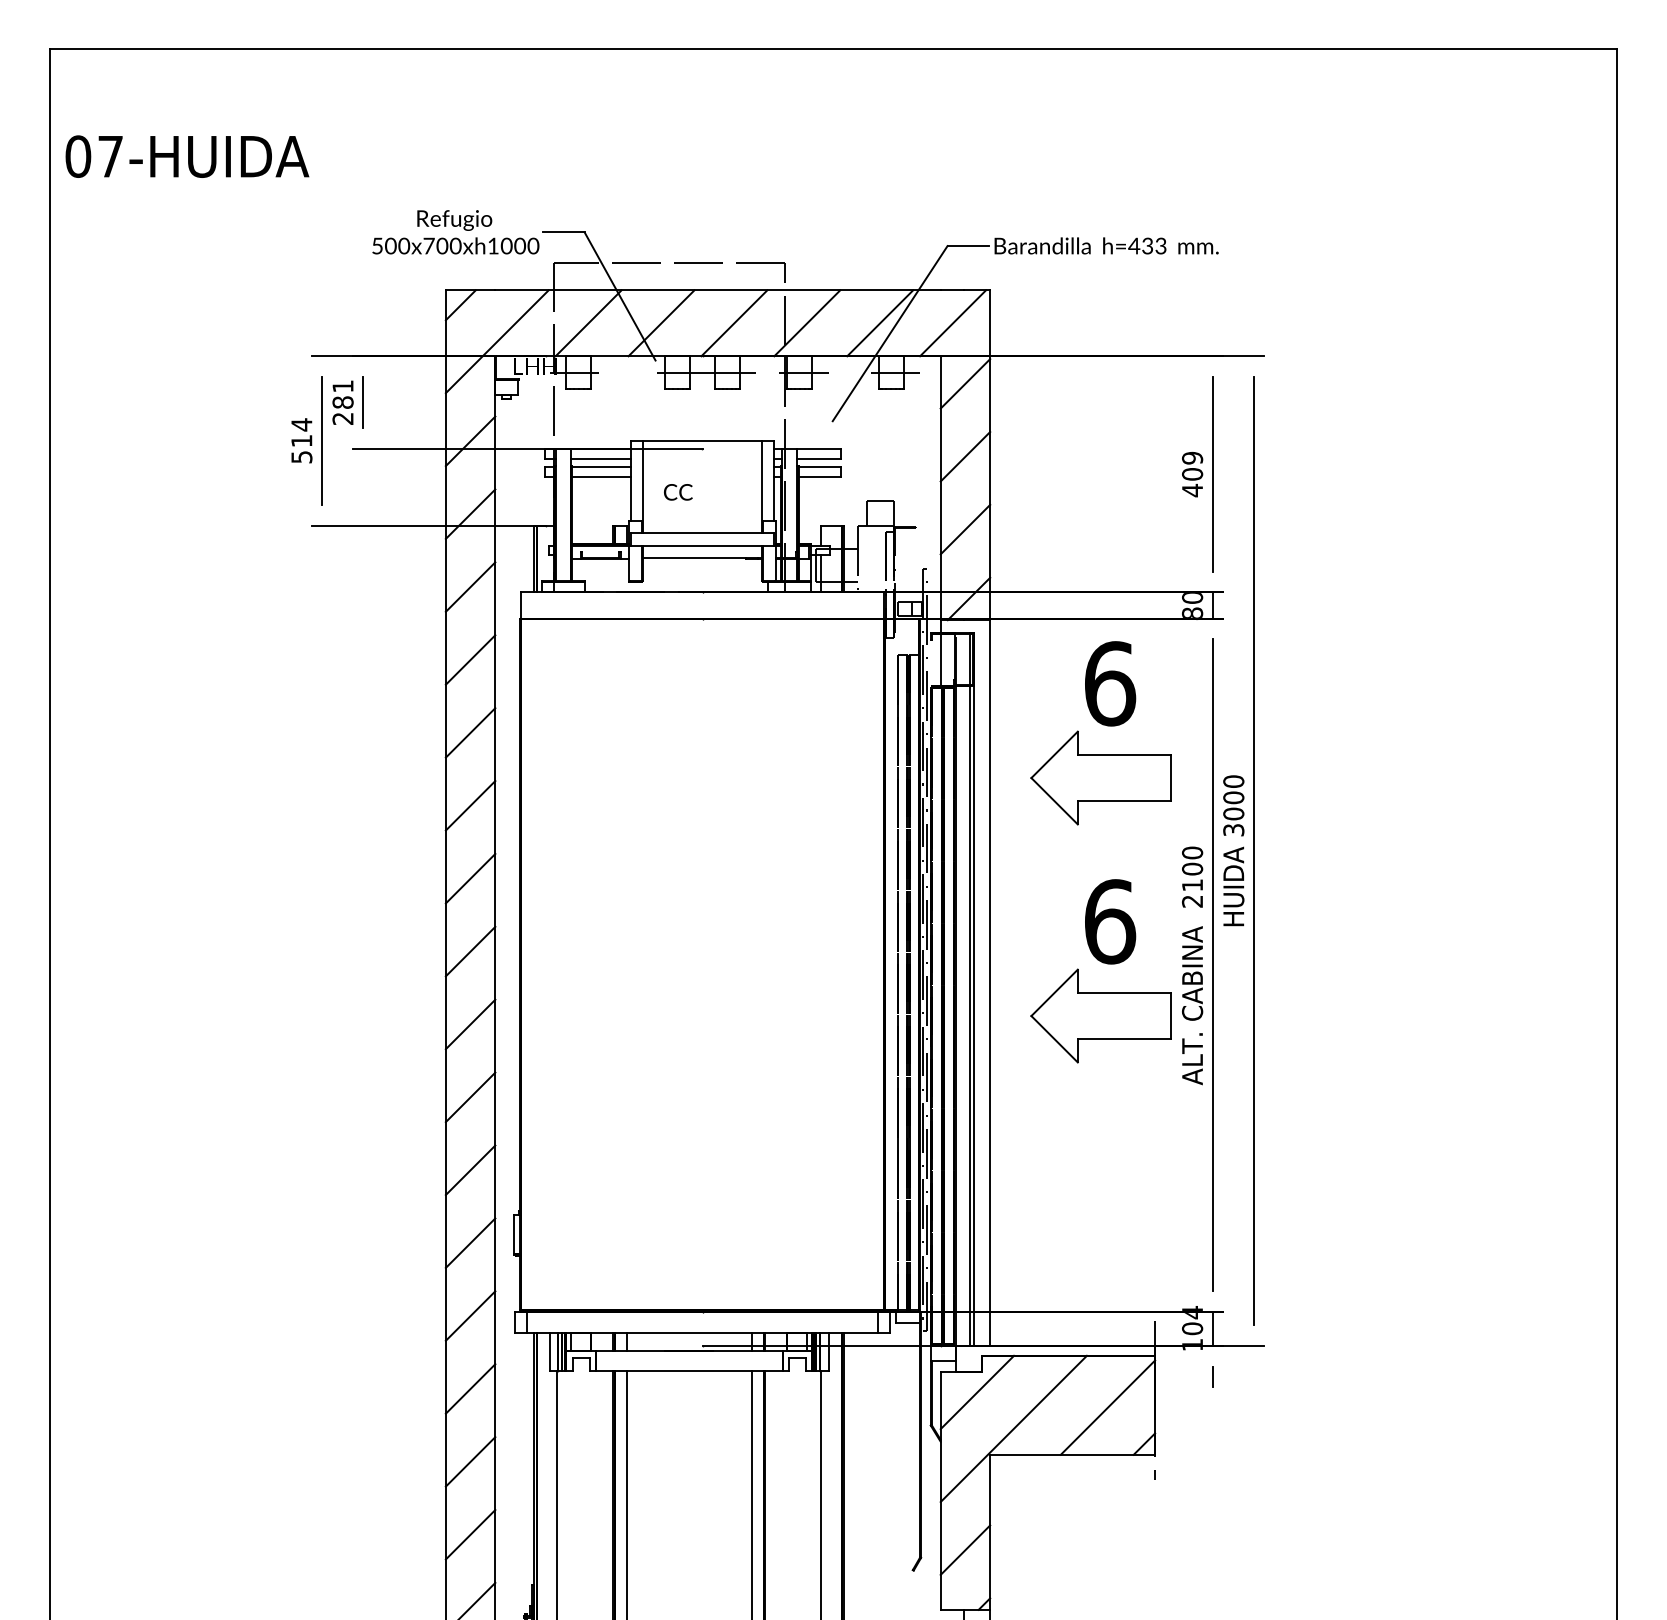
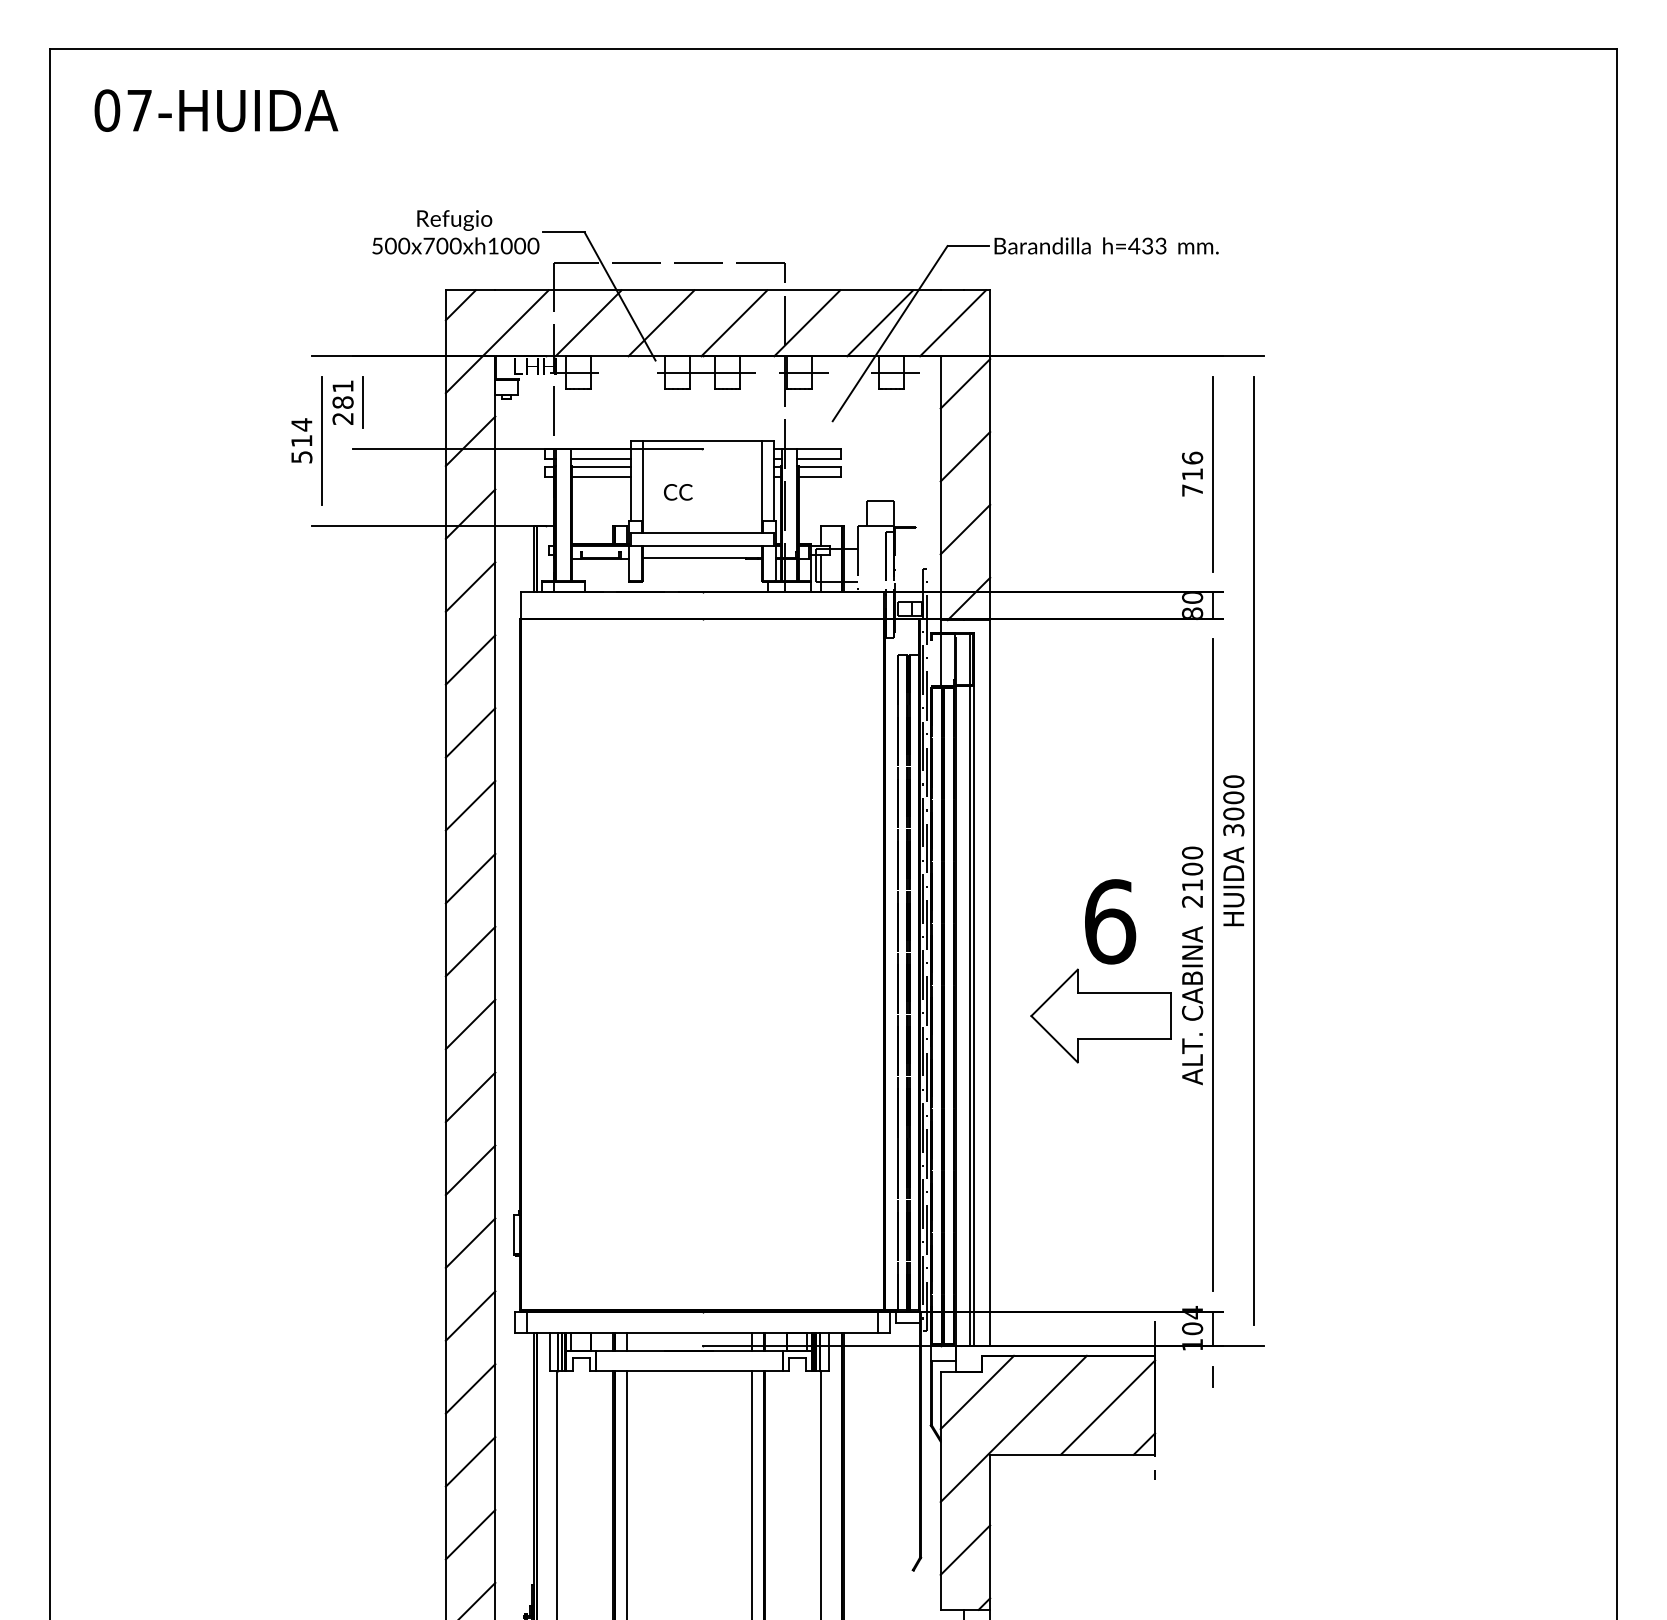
text at (187, 156) position: (187, 156) -> (216, 110)
text at (1192, 474): 409 -> 716
part at (1103, 725): present -> none
